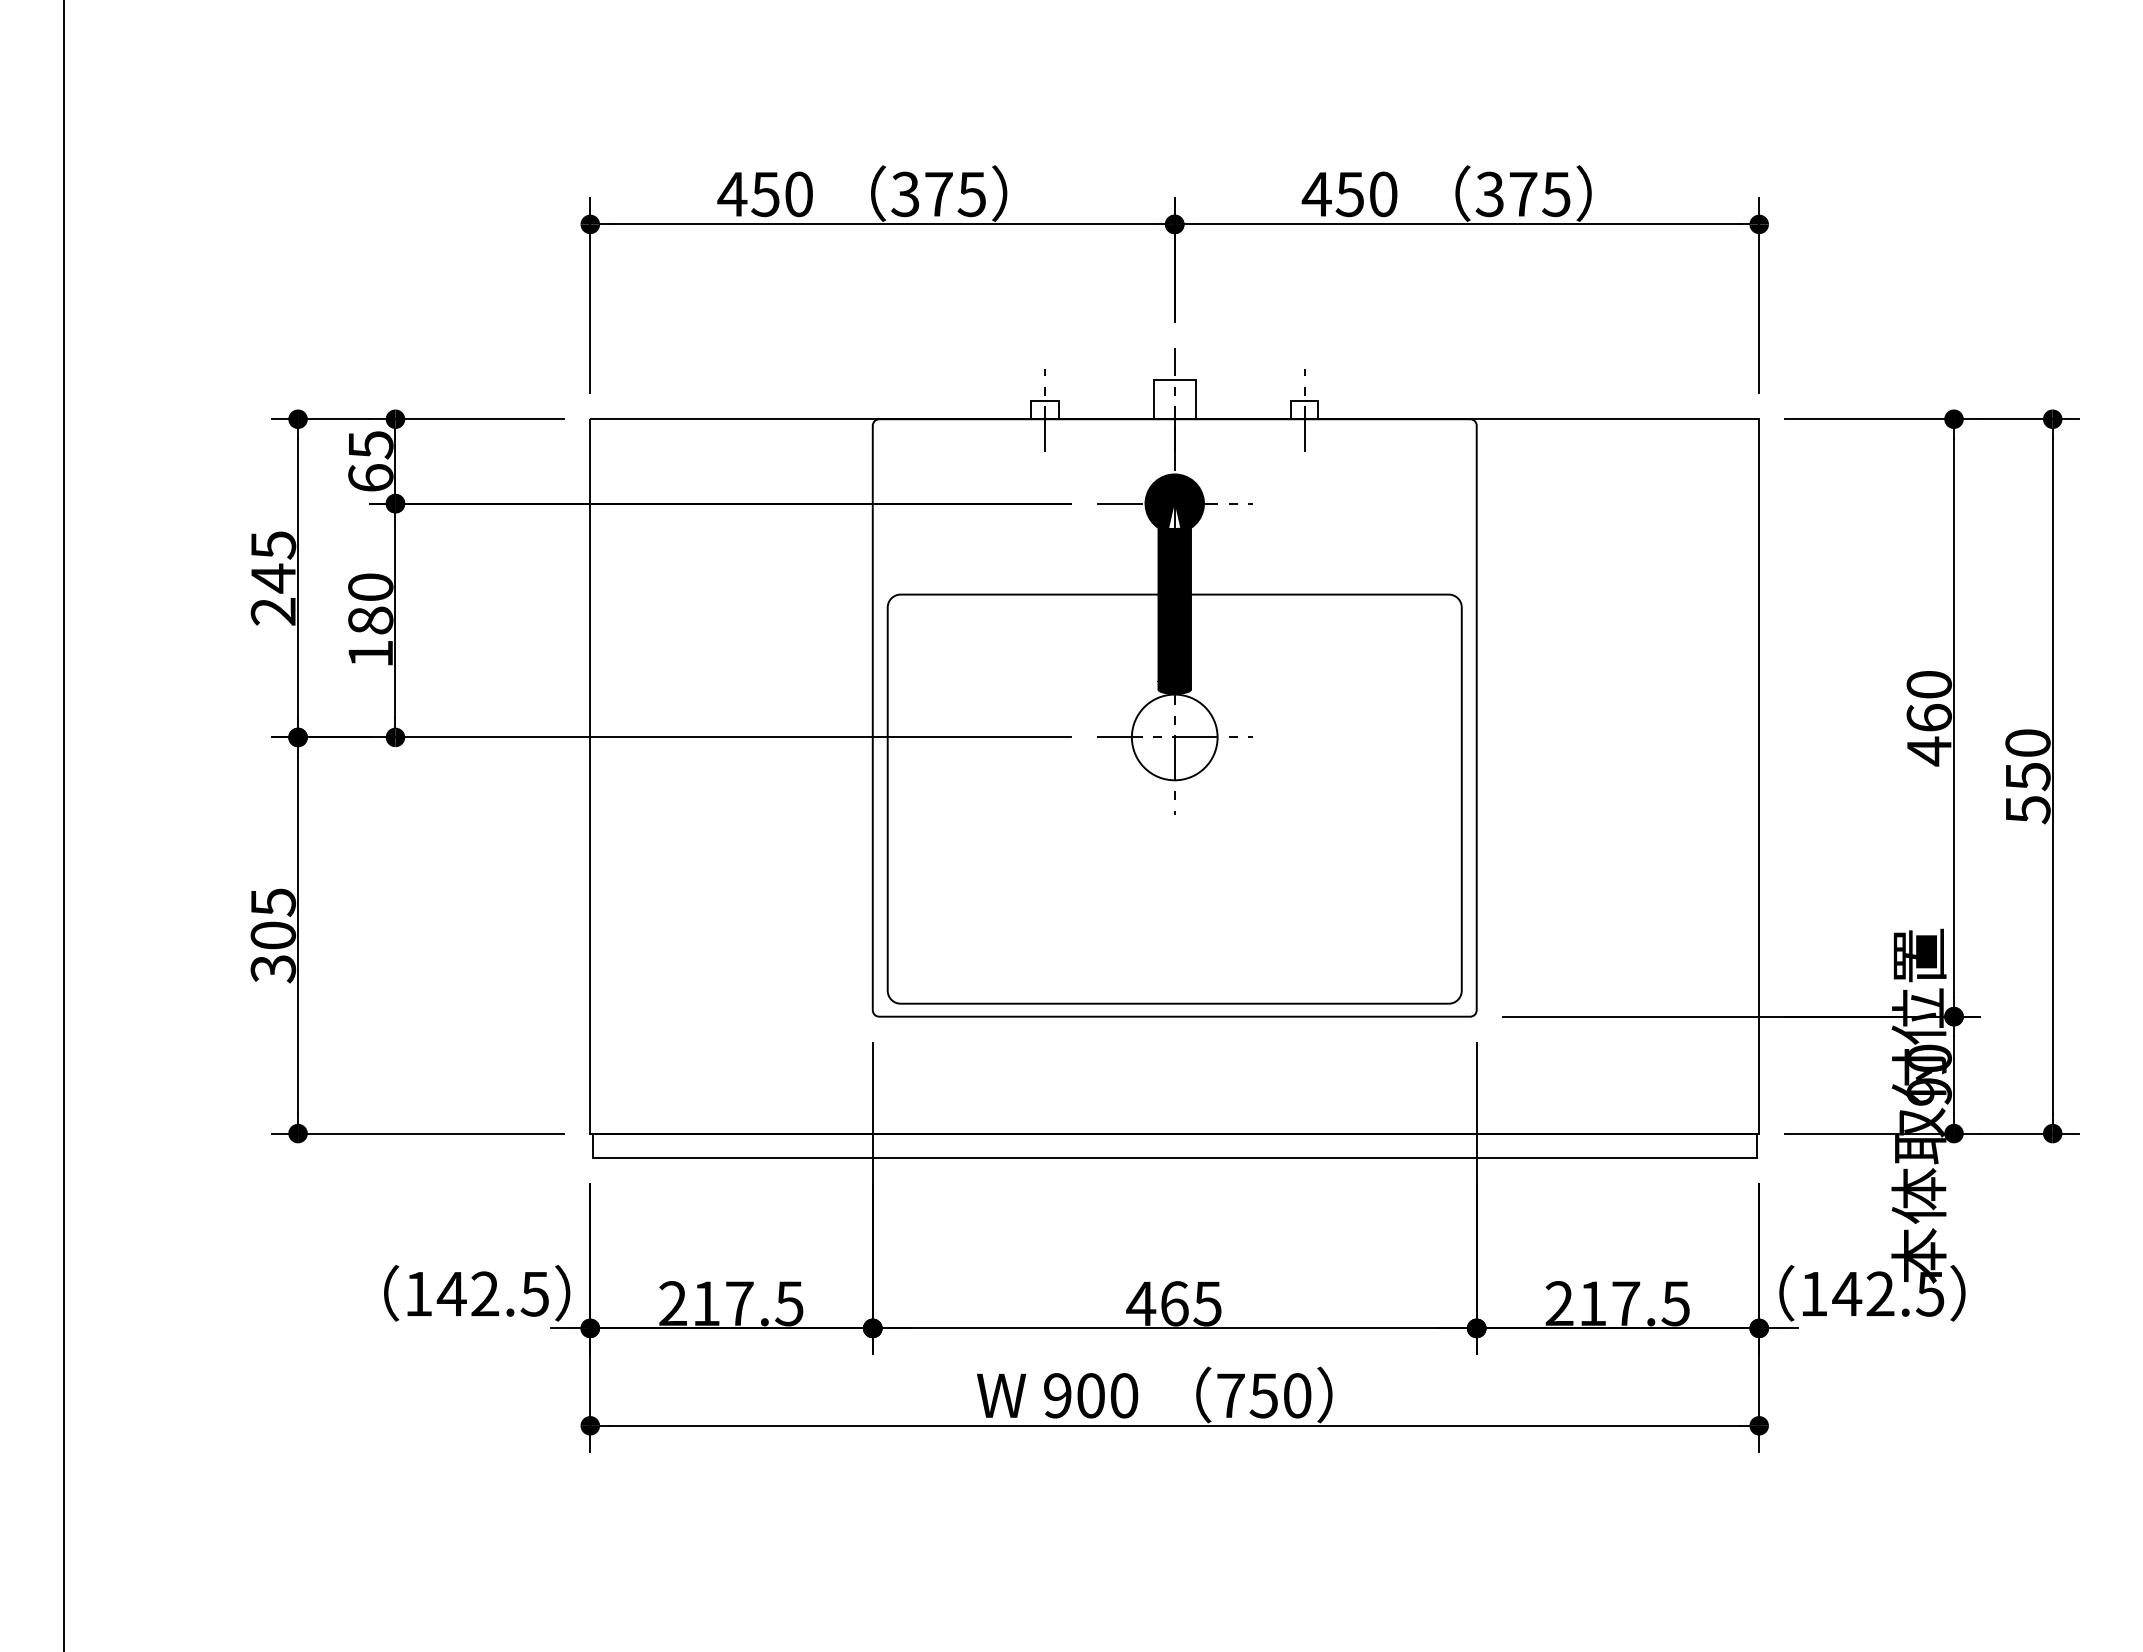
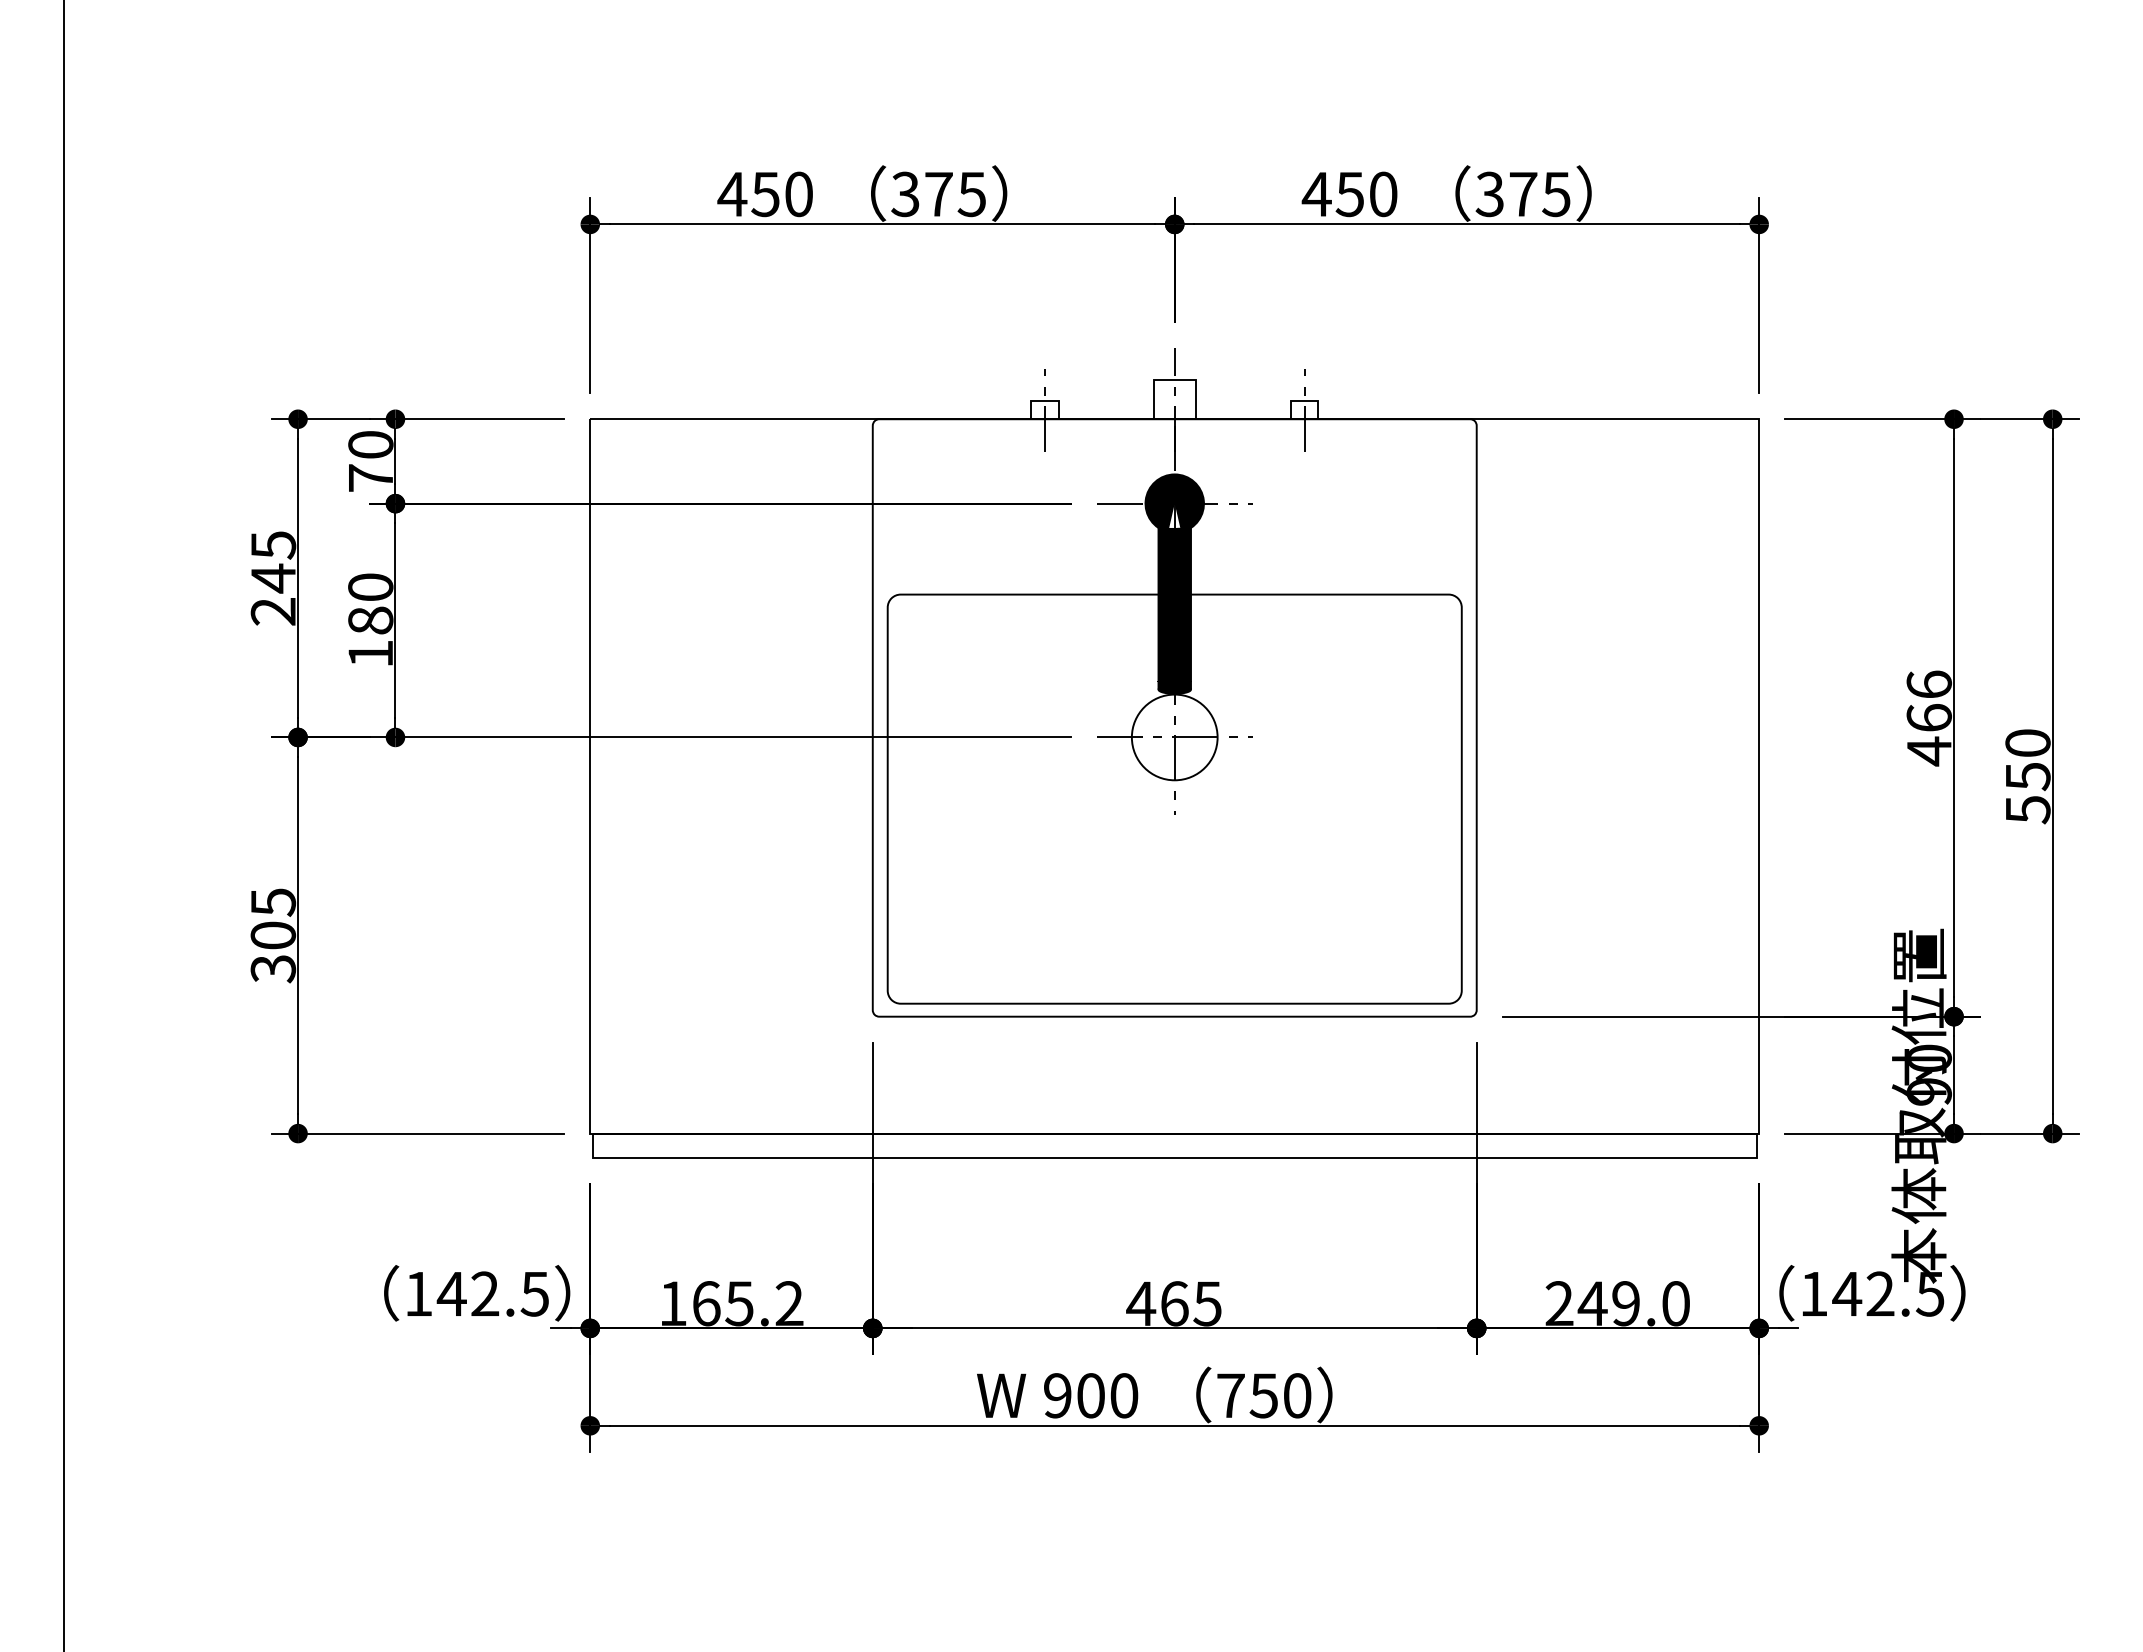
text at (370, 461): 65 -> 70
text at (1928, 684): 460 -> 466
text at (731, 1303): 217.5 -> 165.2
text at (1633, 1303): 217.5 -> 249.0
